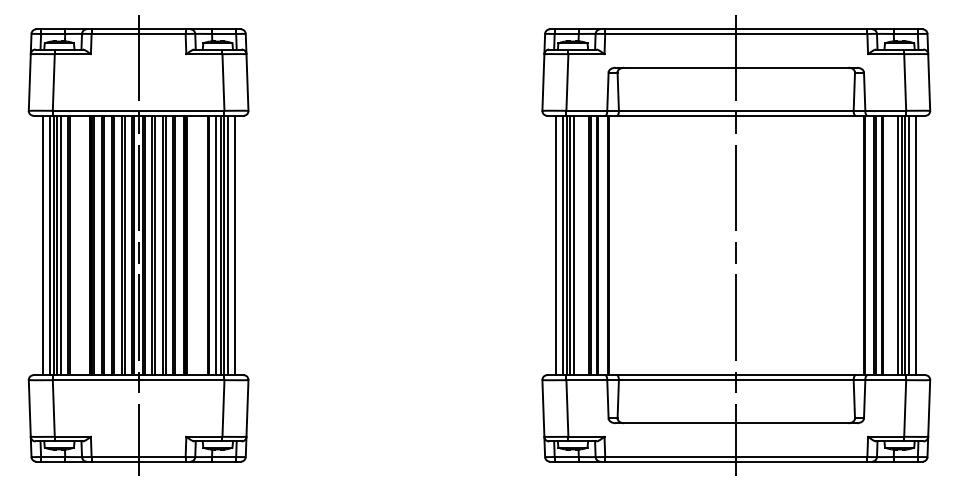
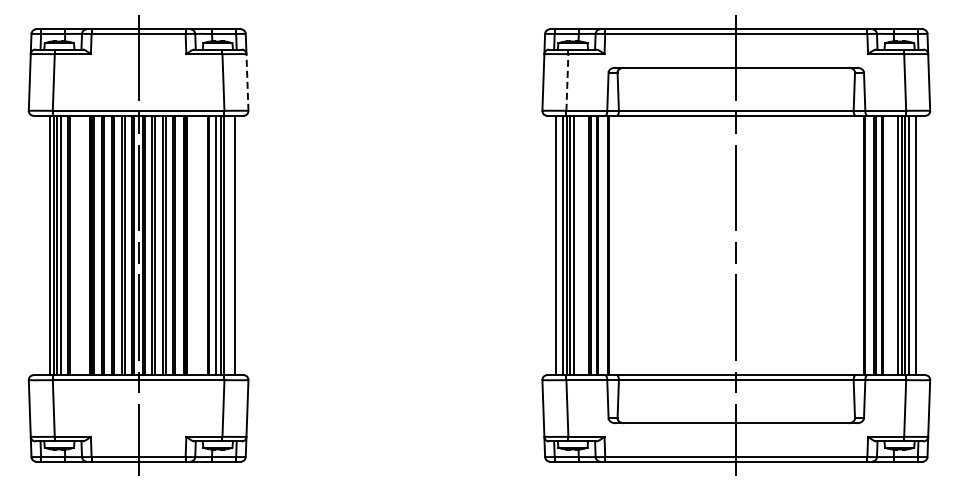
line at (247, 82): solid -> dashed
line at (567, 82): solid -> dashed
line at (42, 245): present -> none
line at (227, 245): present -> none
